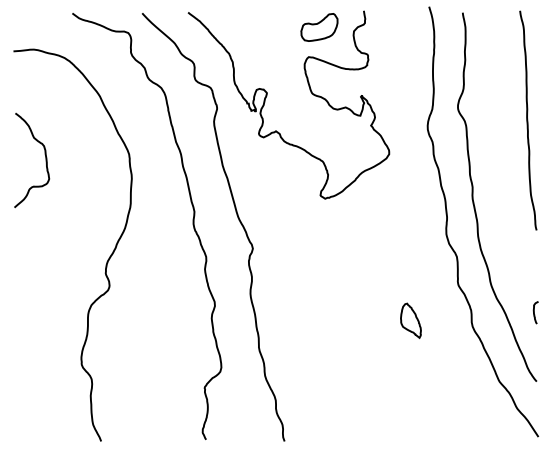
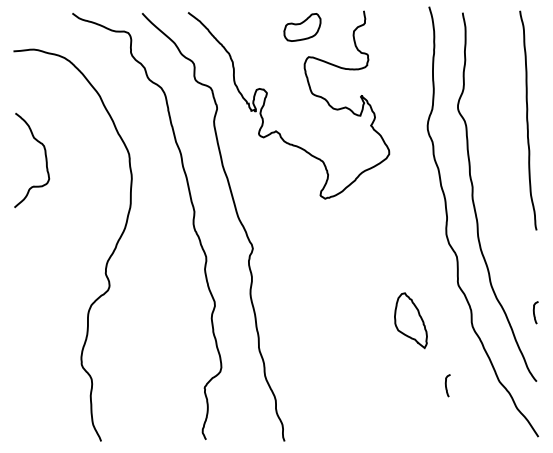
part at (319, 27) position: (319, 27) -> (302, 27)
part at (410, 320) size: 22x38 px -> 34x58 px
curve at (446, 385): none -> present
